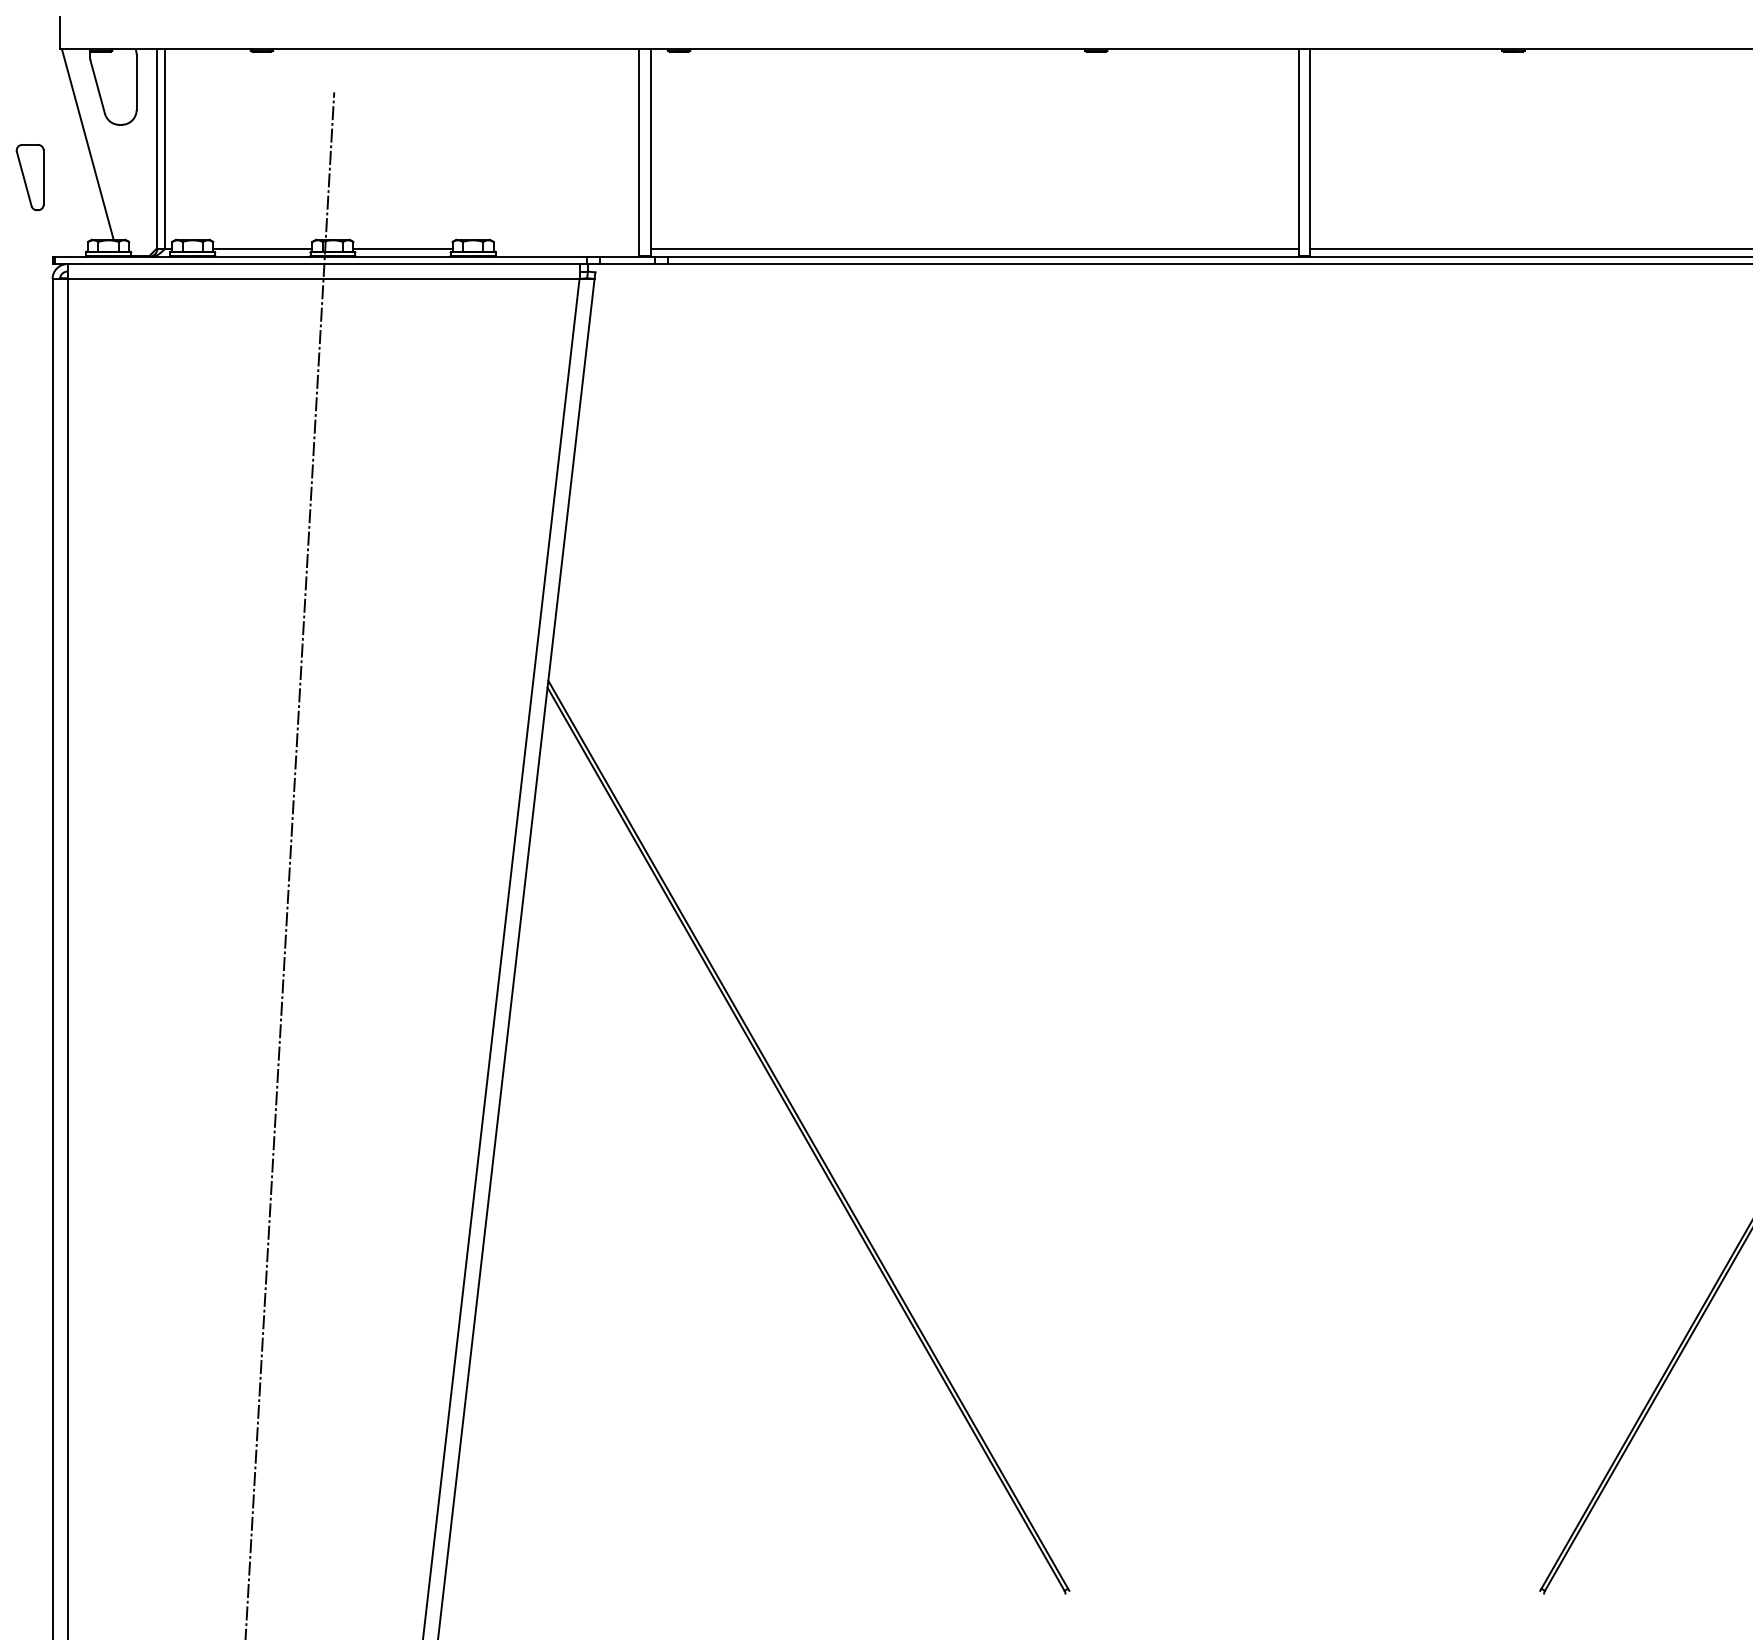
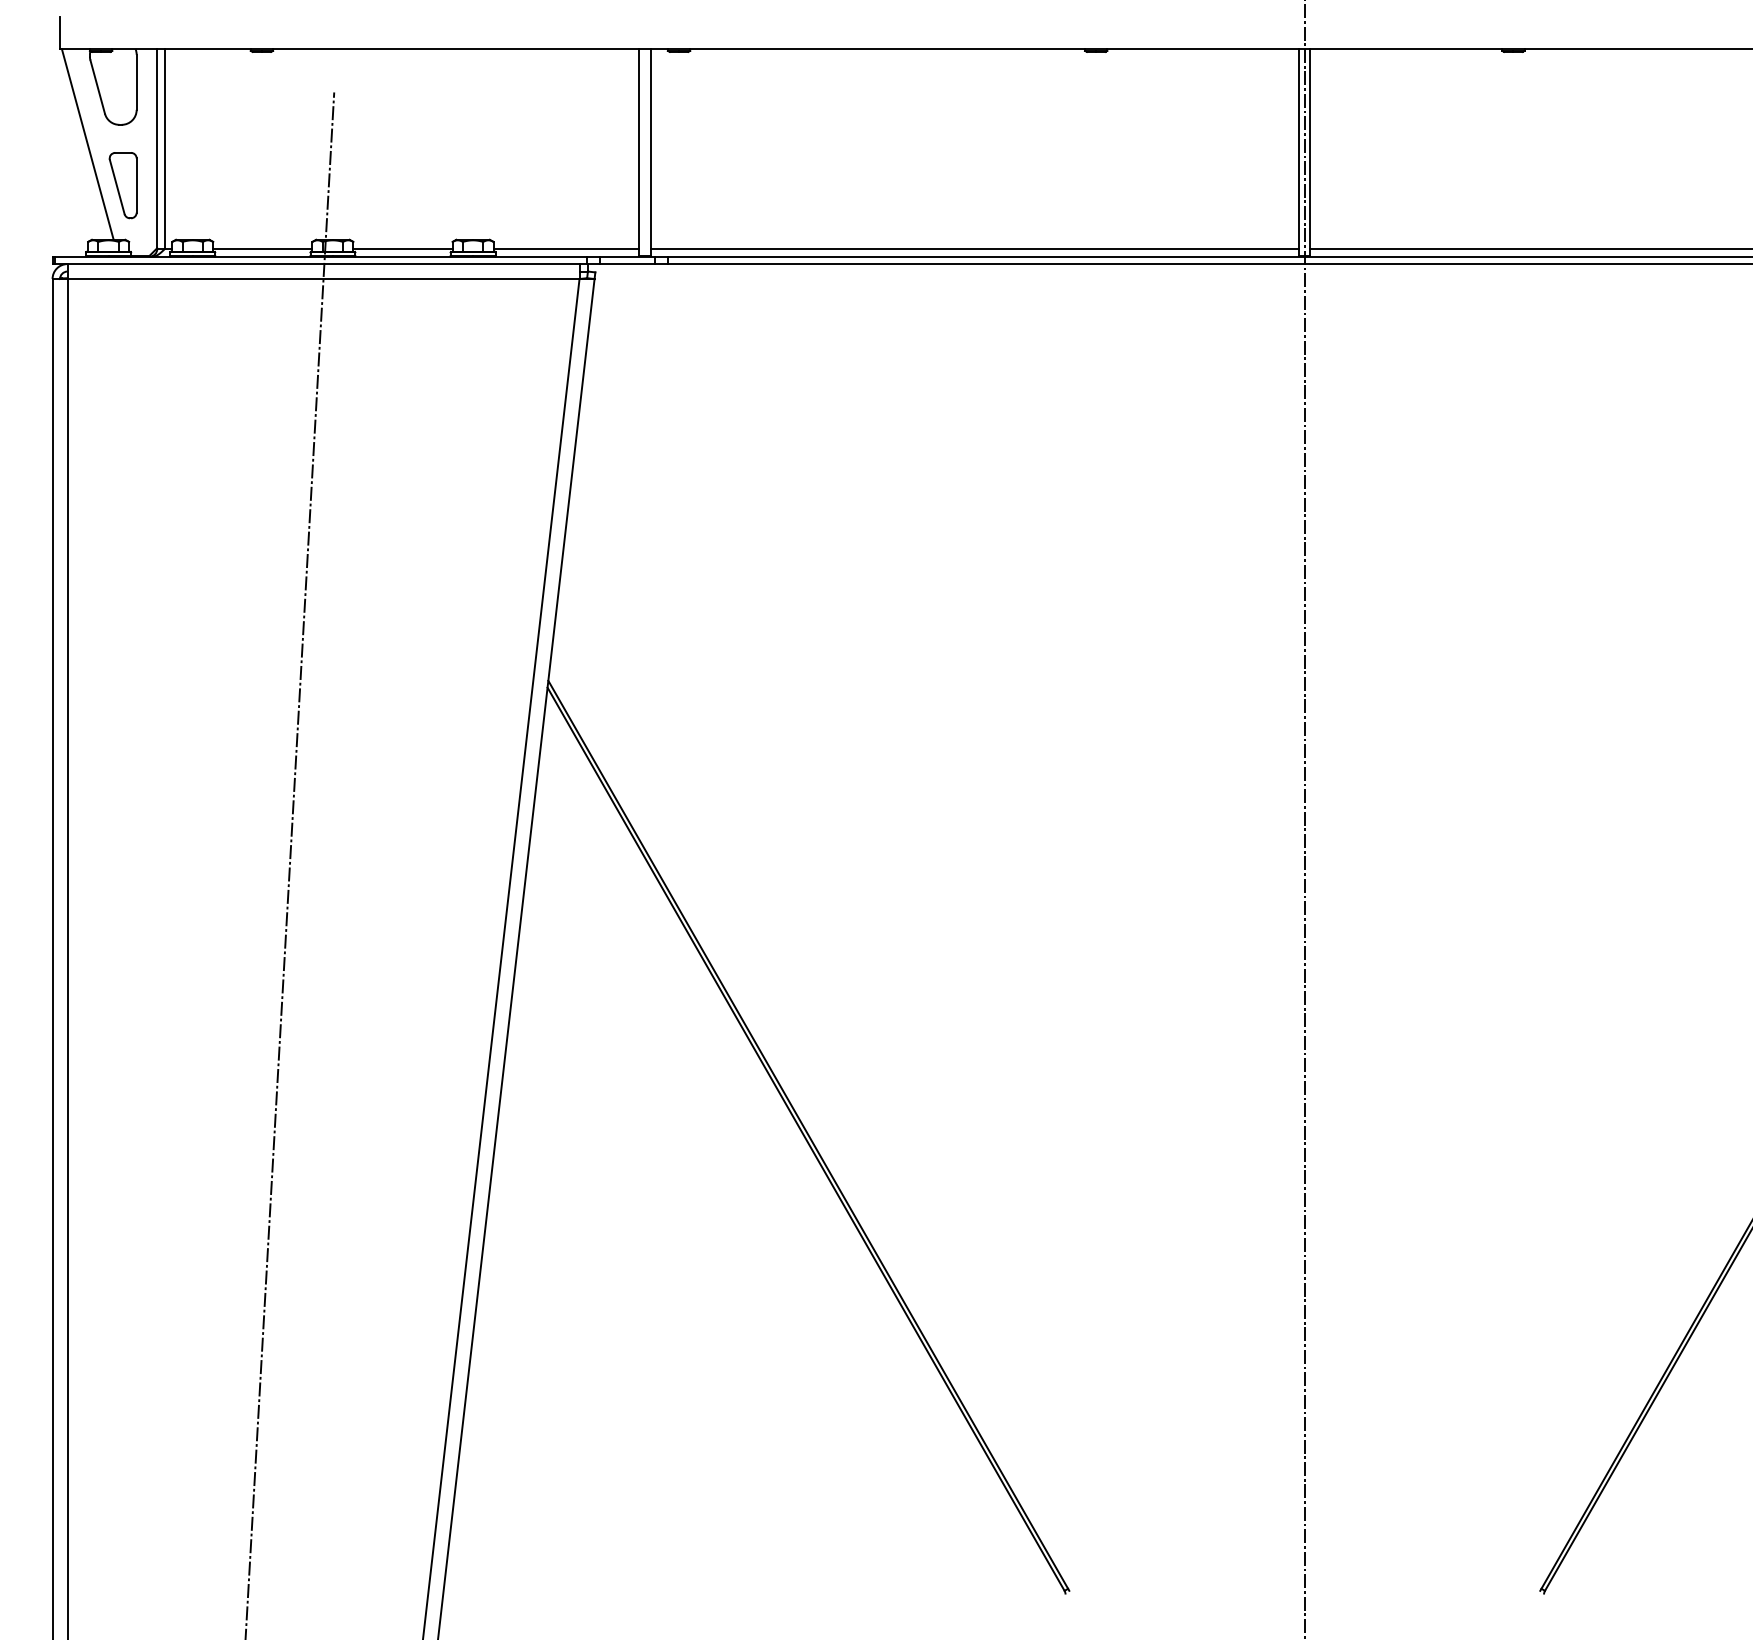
part at (29, 177) position: (29, 177) -> (122, 185)
line at (566, 249): none -> present
line at (1304, 819): none -> present
